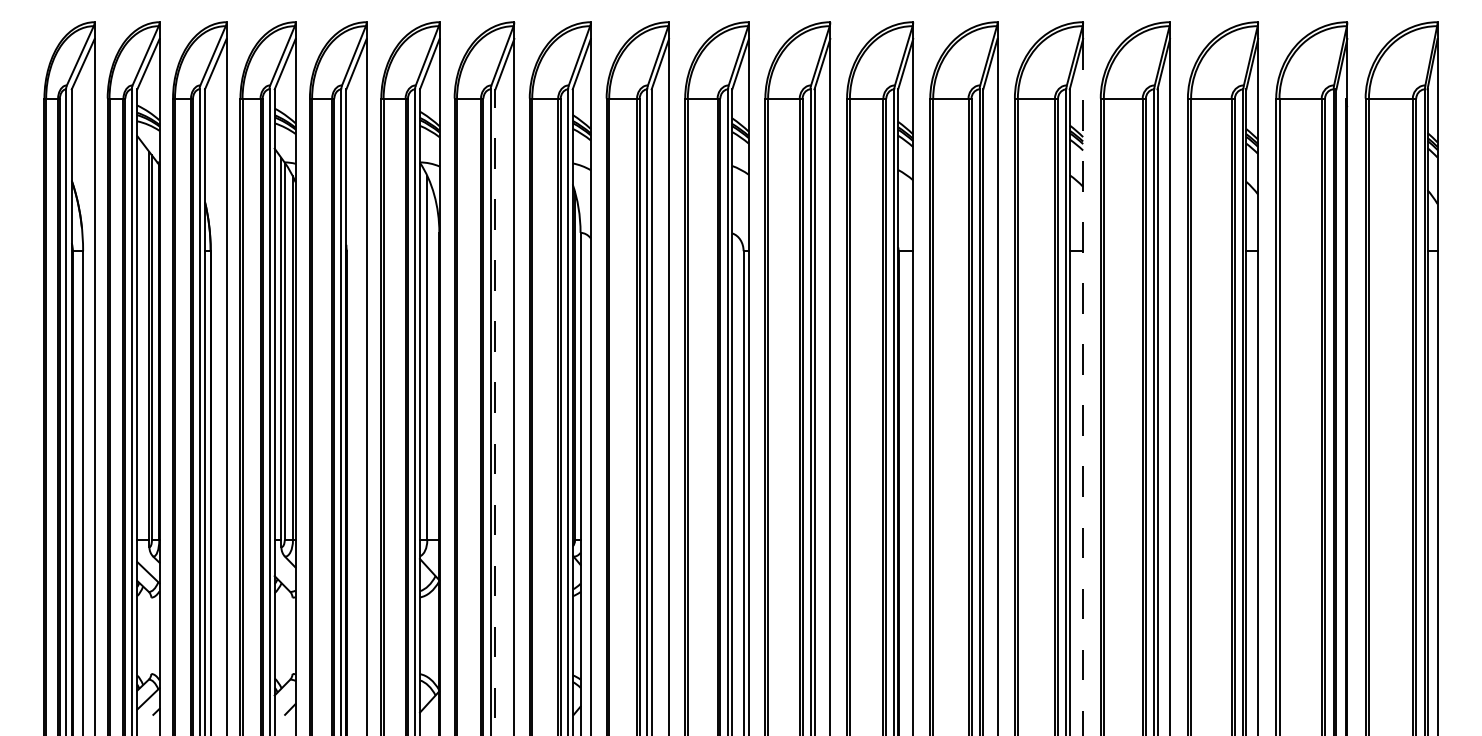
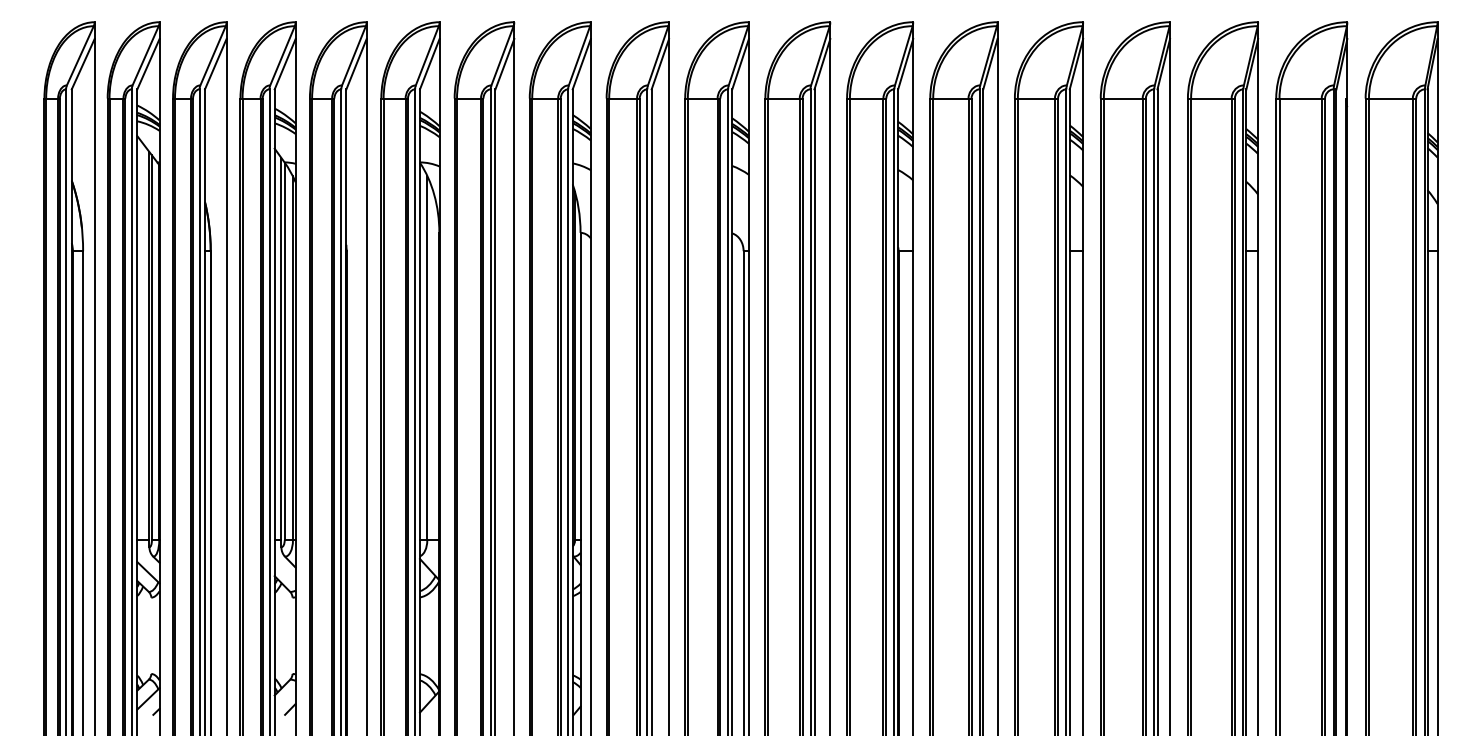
line at (1083, 387): dashed -> solid
line at (495, 412): dashed -> solid
